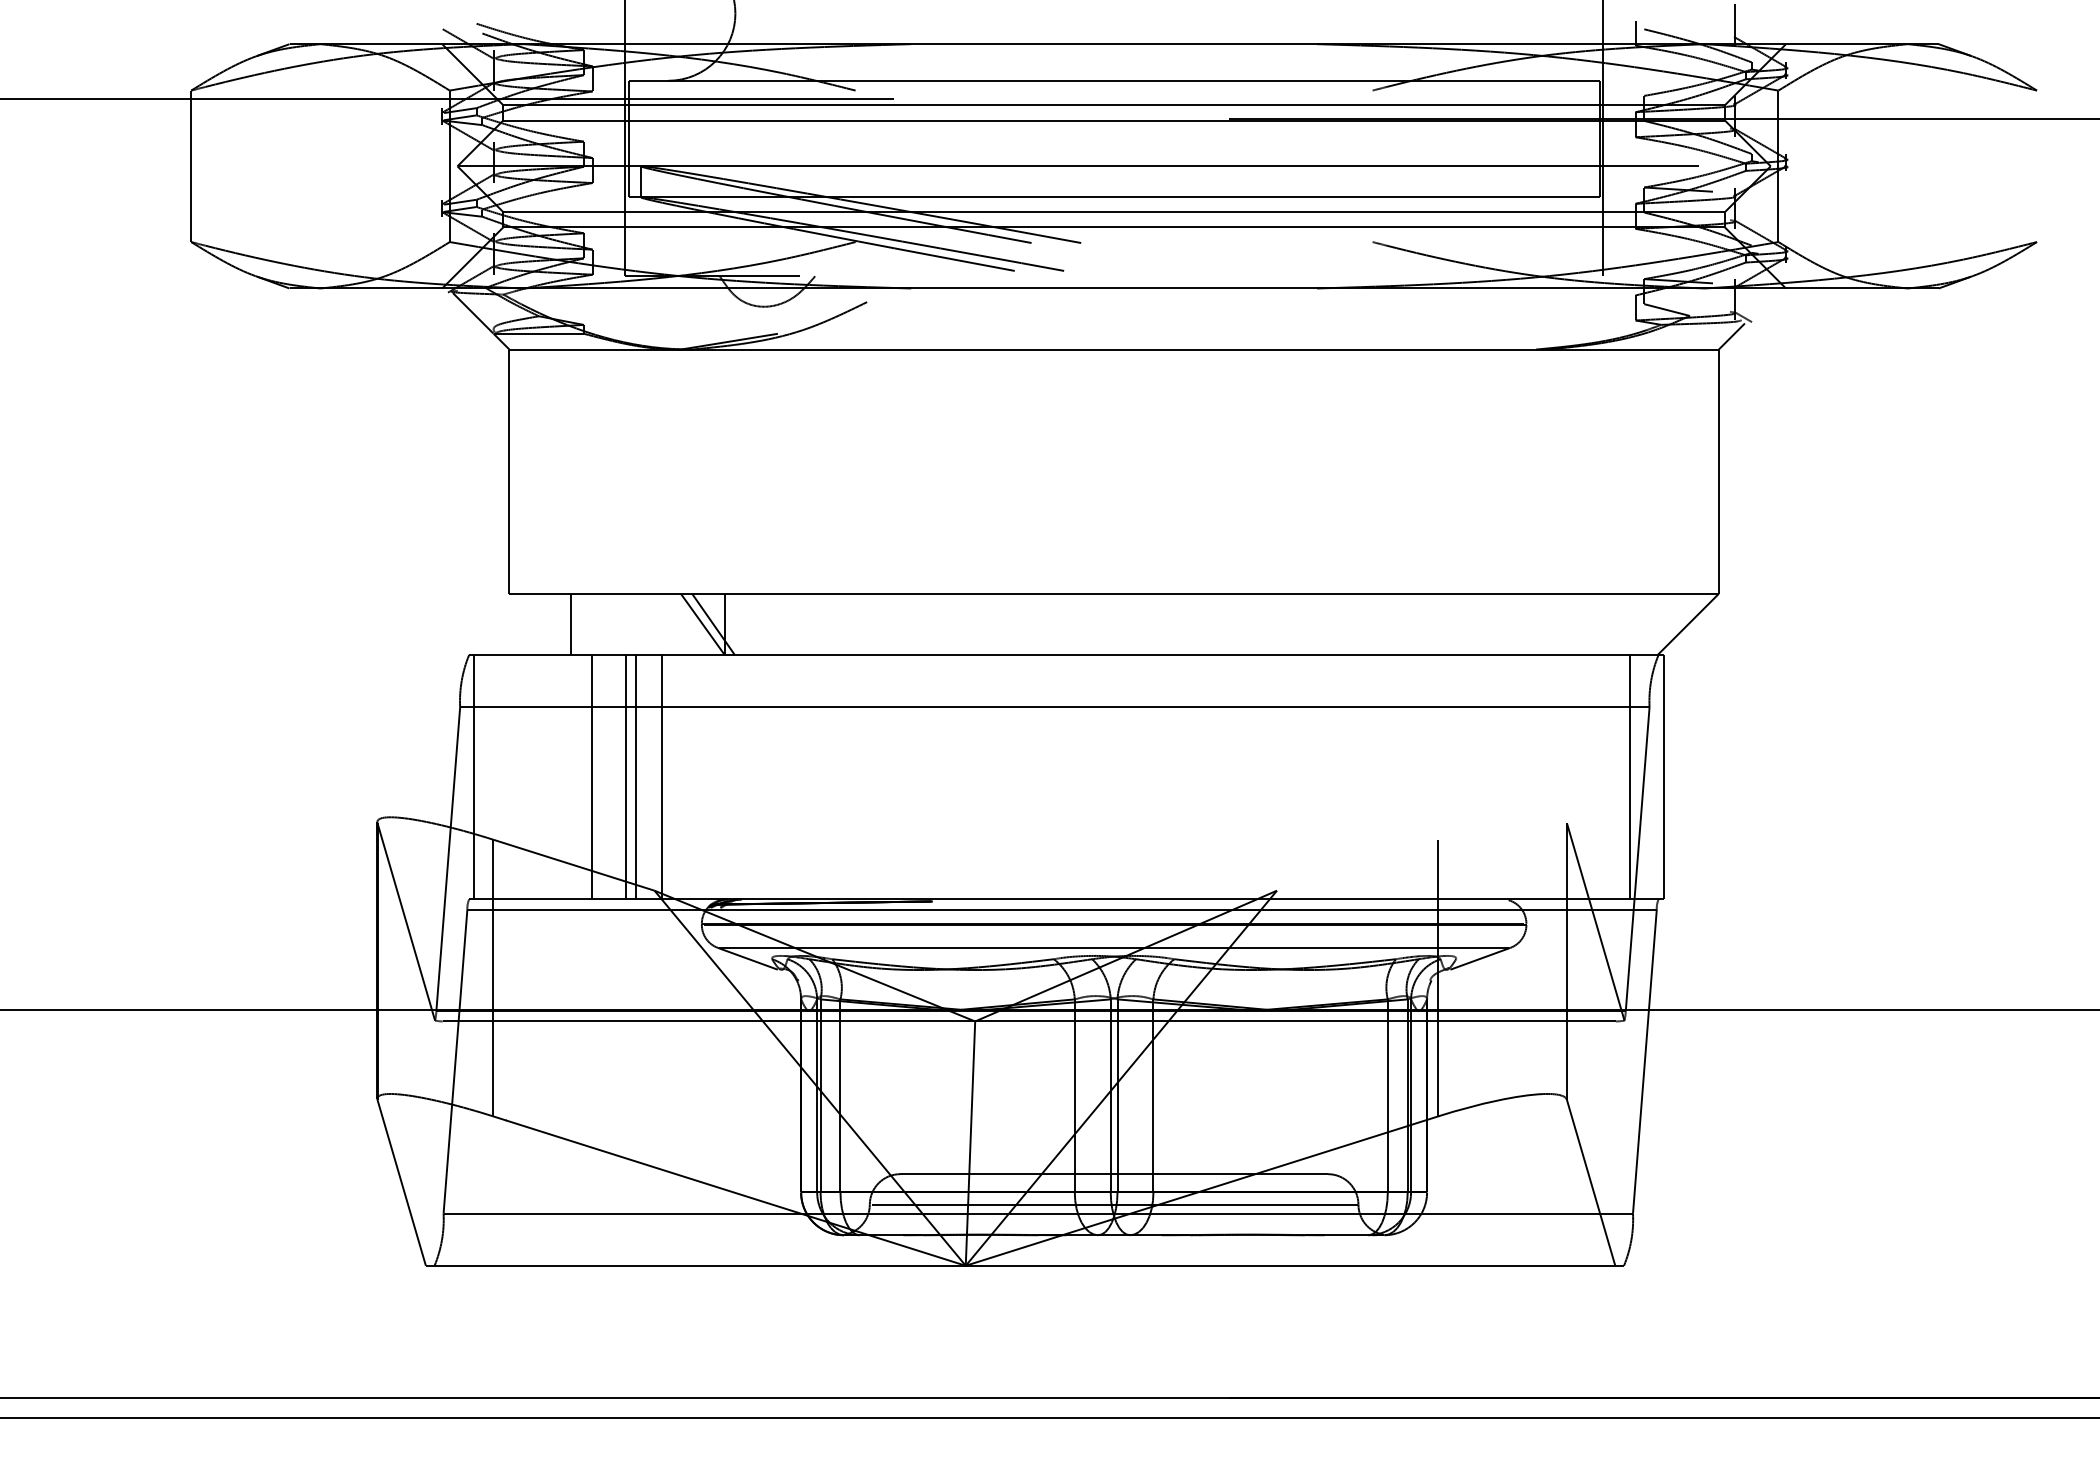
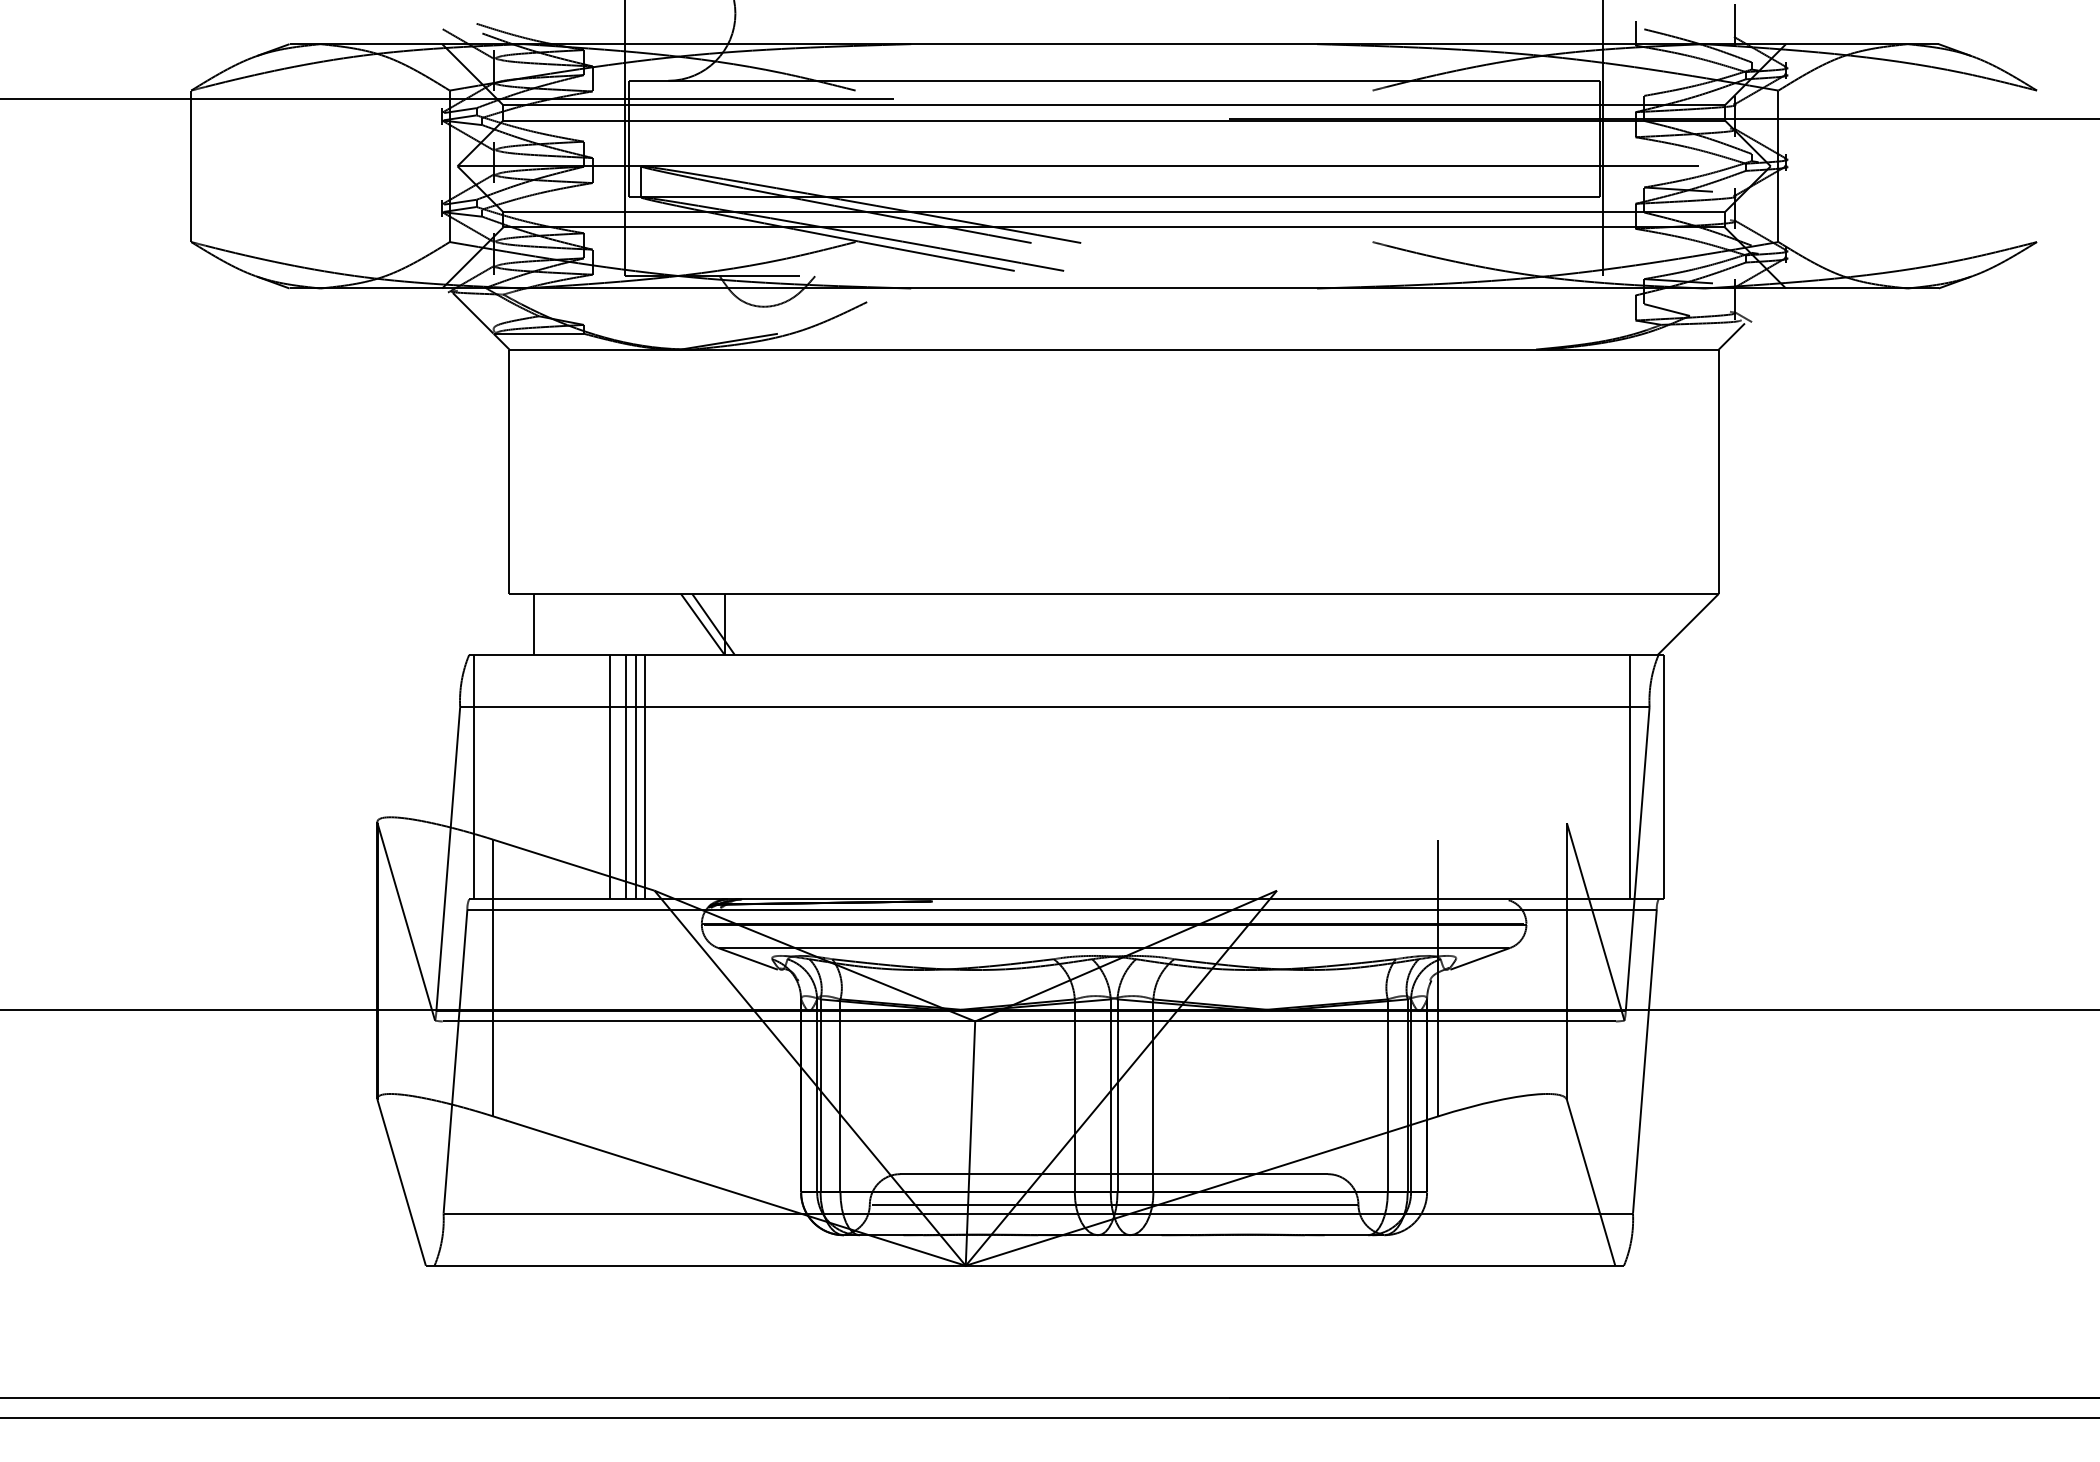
line at (570, 623) position: (570, 623) -> (533, 623)
line at (591, 776) position: (591, 776) -> (609, 776)
line at (661, 776) position: (661, 776) -> (644, 776)
